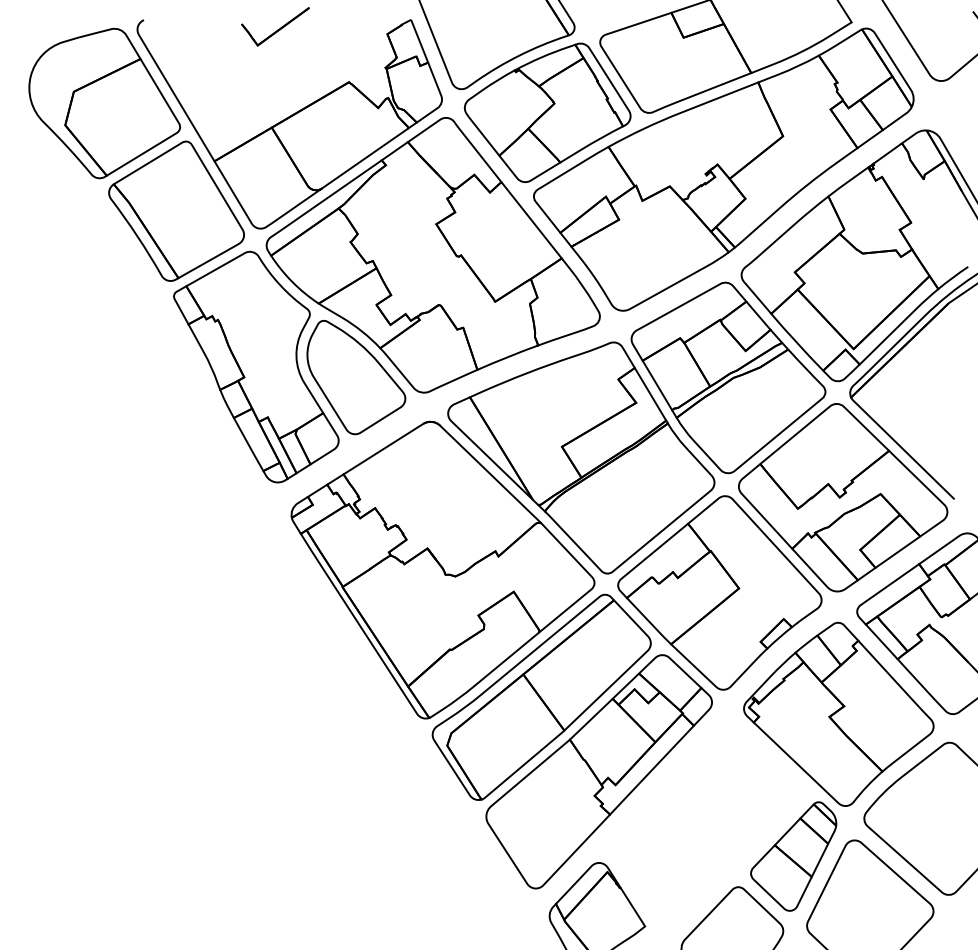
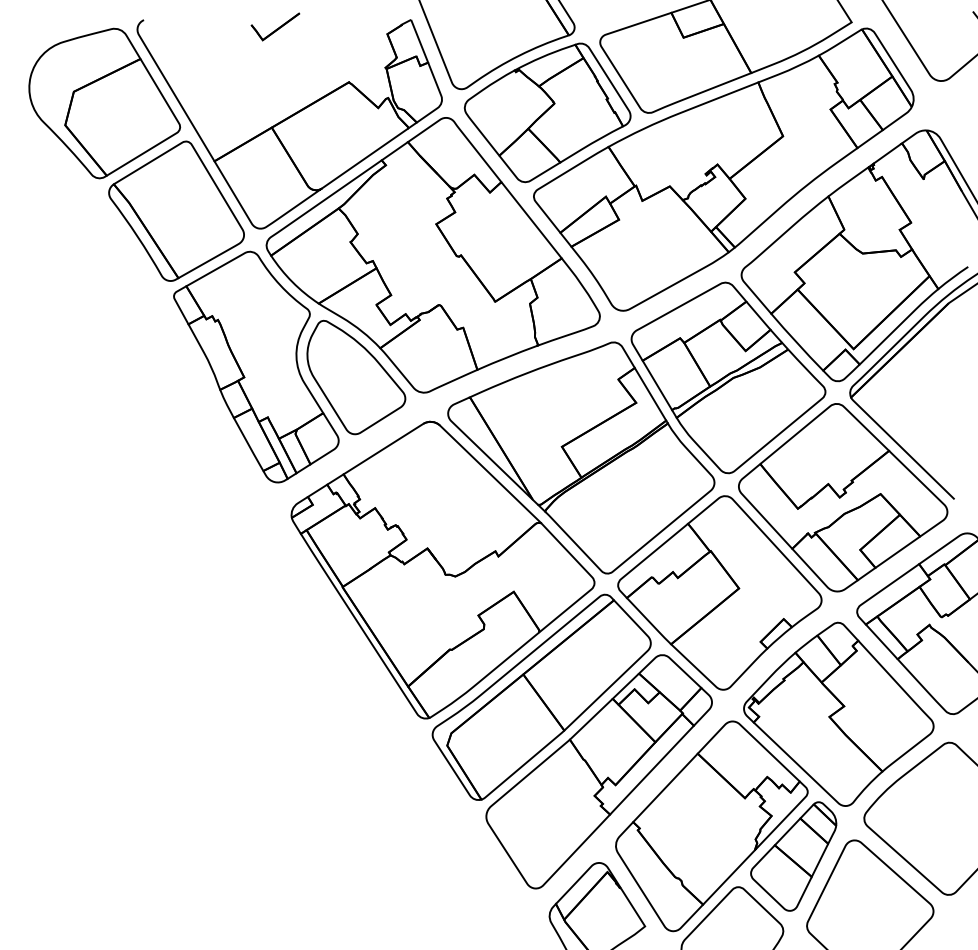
part at (275, 26) size: 69x40 px -> 51x30 px
part at (711, 826): none -> present
